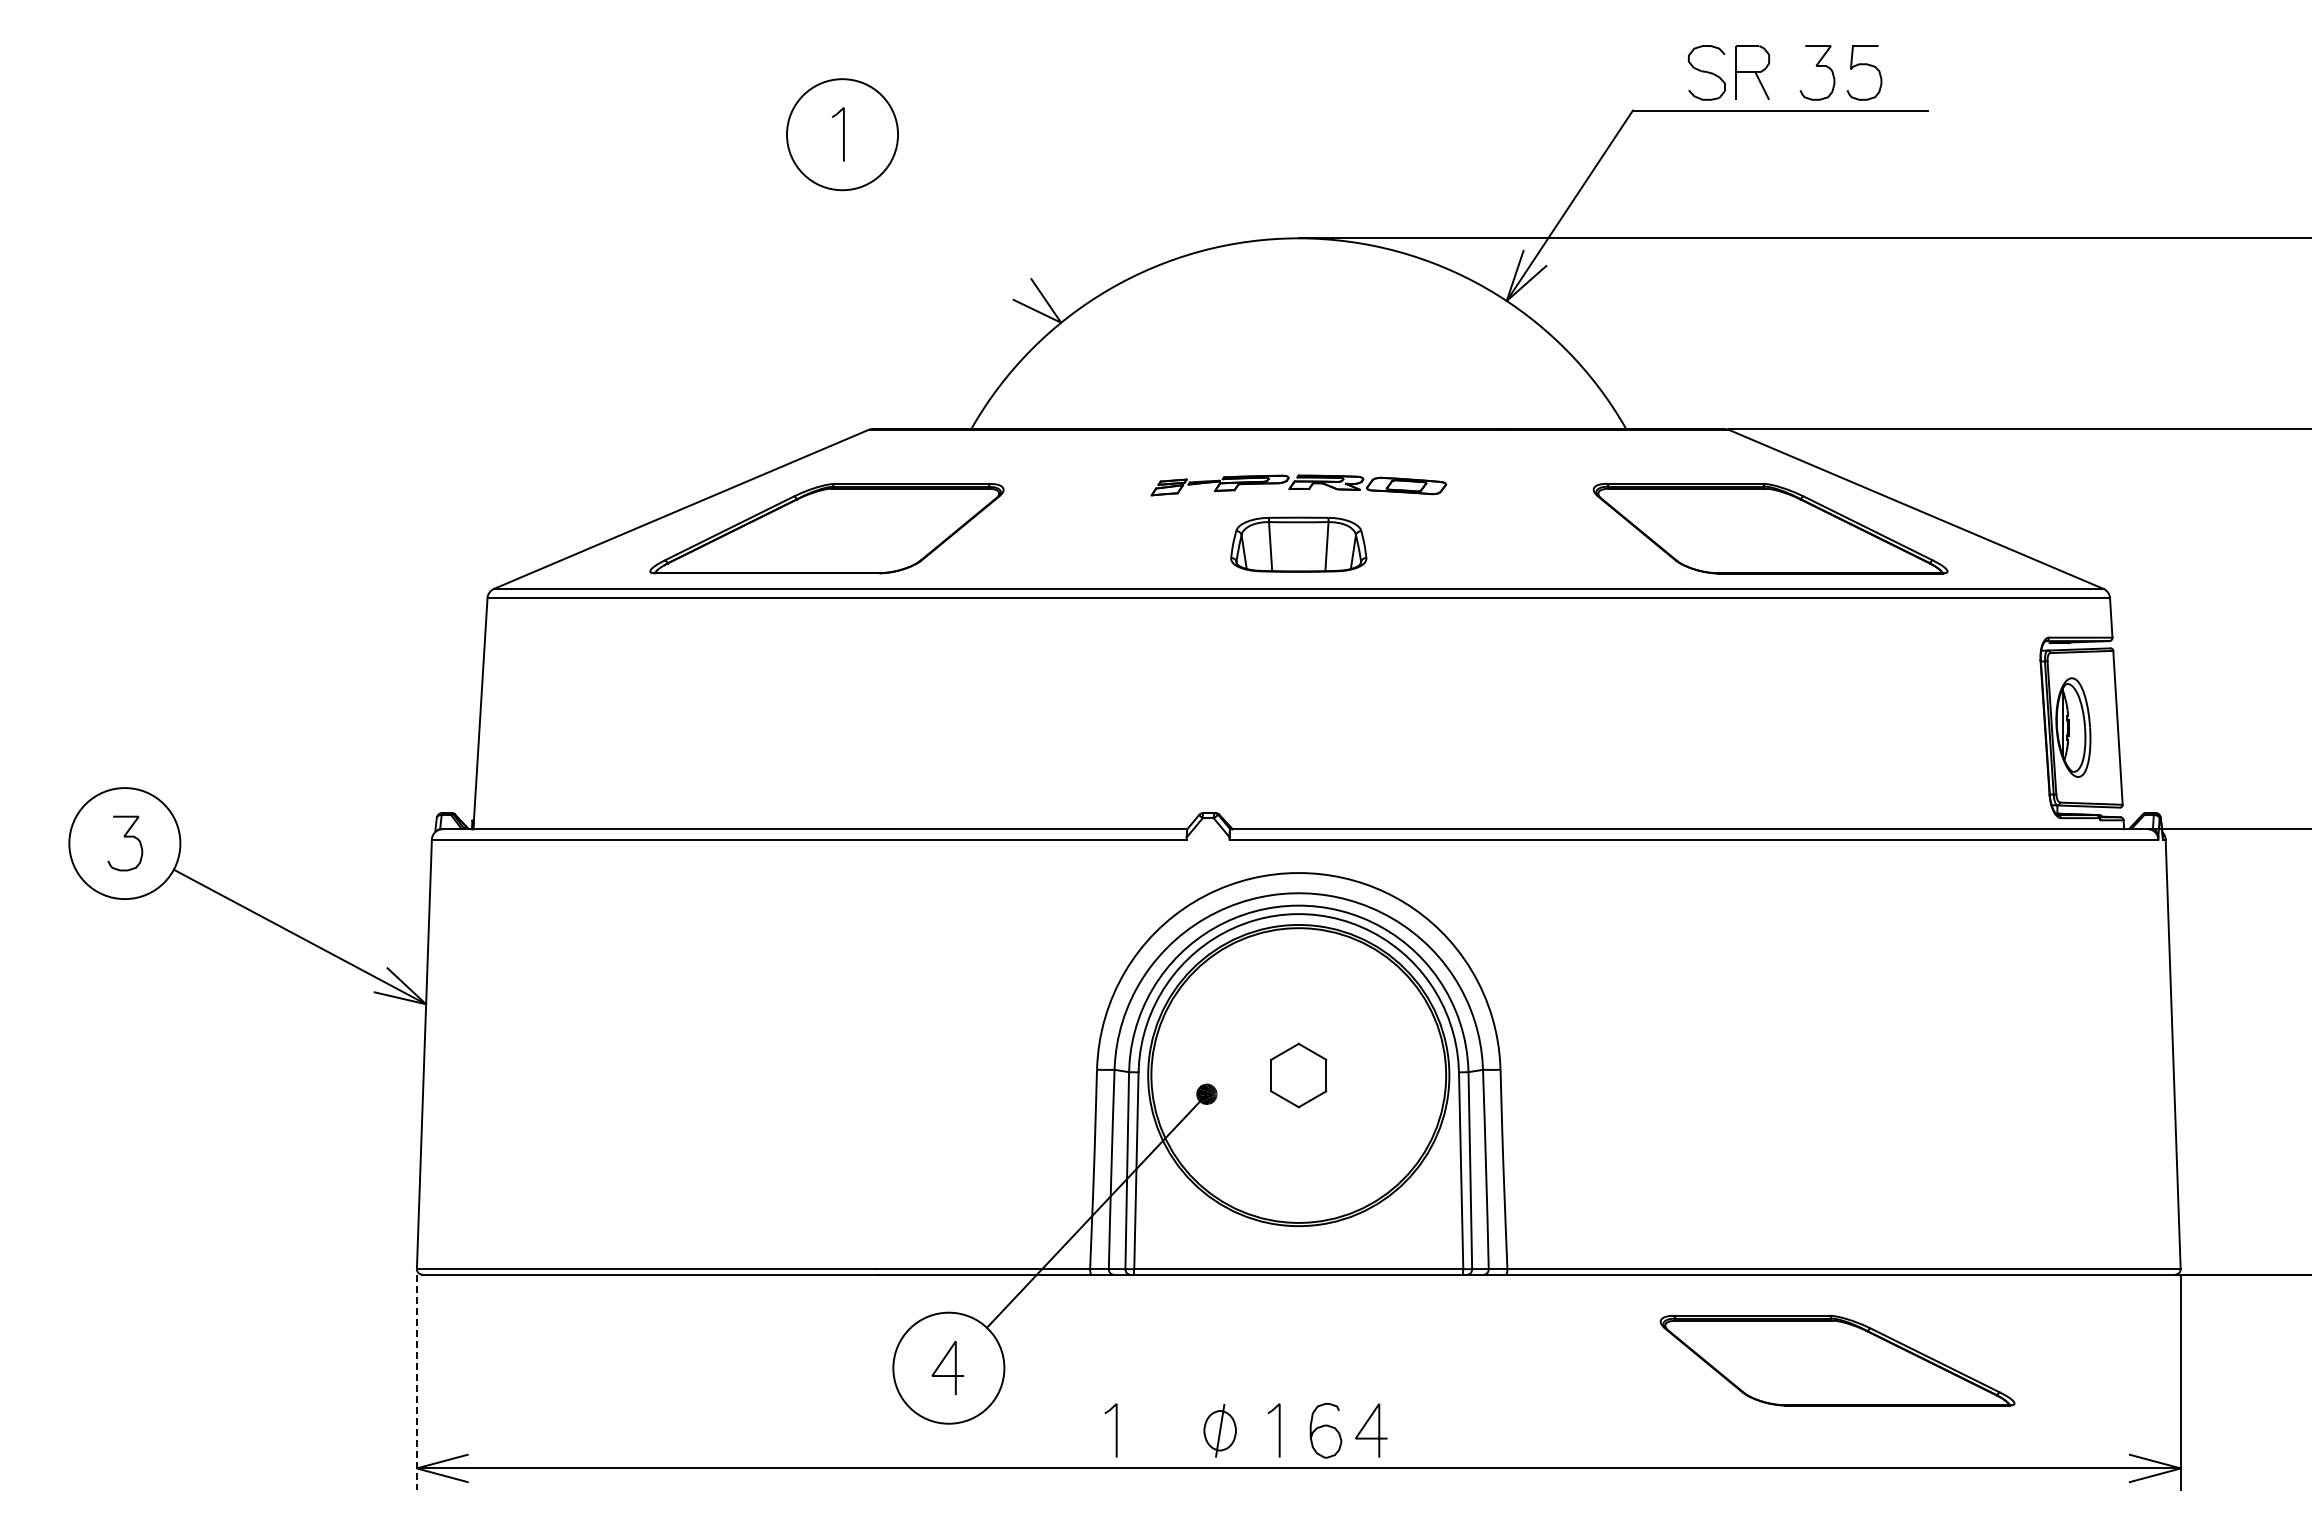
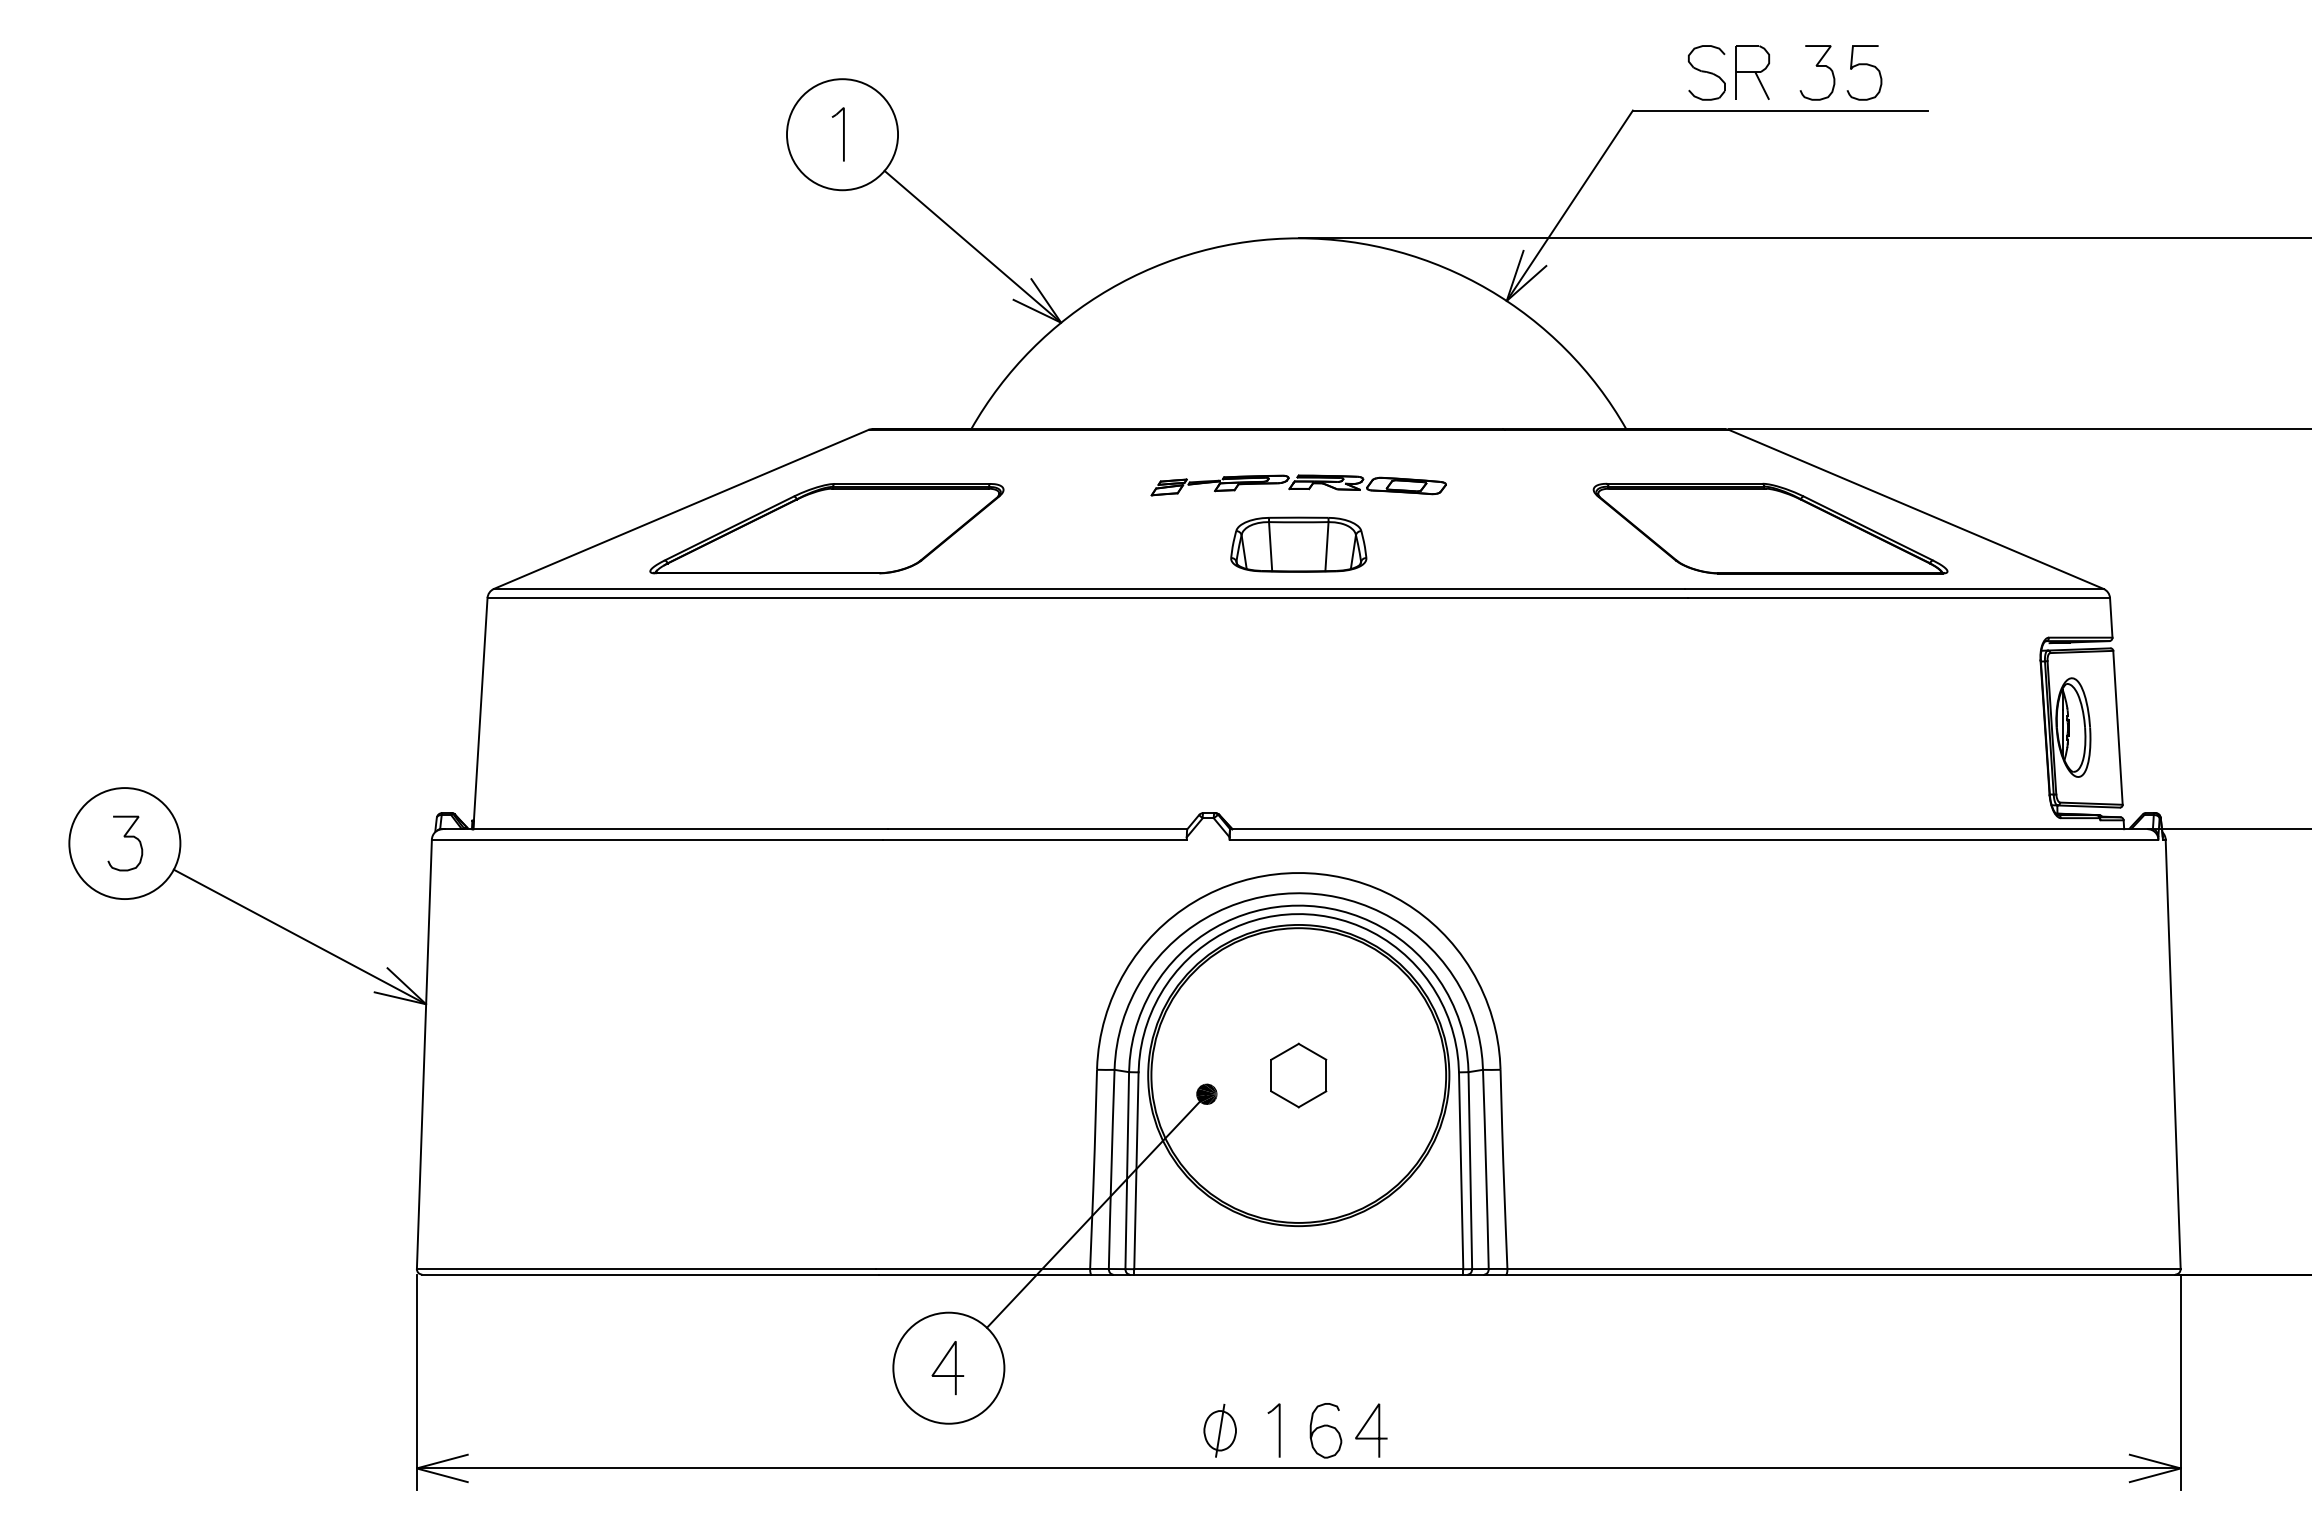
line at (972, 246): none -> present
part at (1837, 1360): present -> none
line at (416, 1382): dashed -> solid
part at (1110, 1430): present -> none
